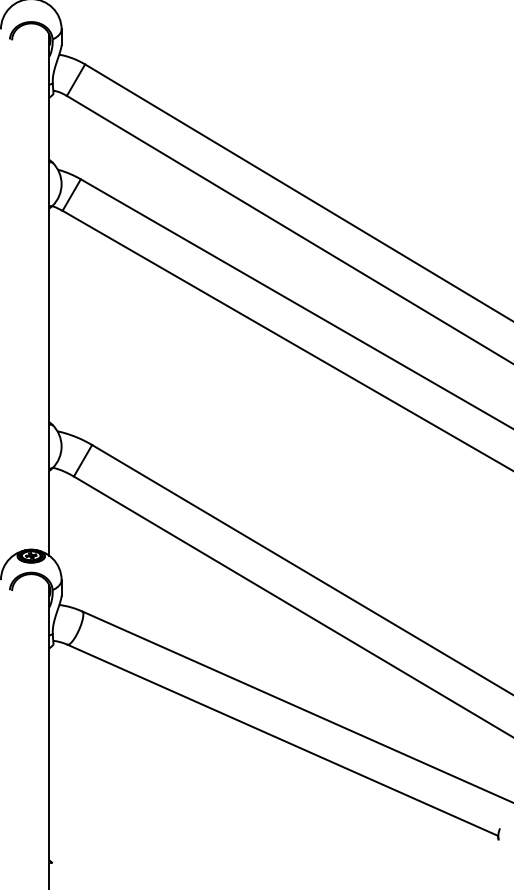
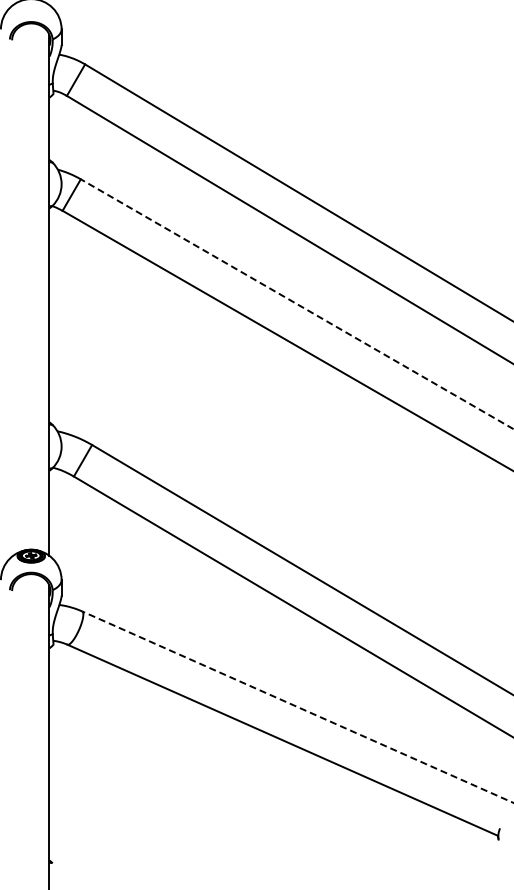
line at (297, 304): solid -> dashed
line at (297, 707): solid -> dashed
